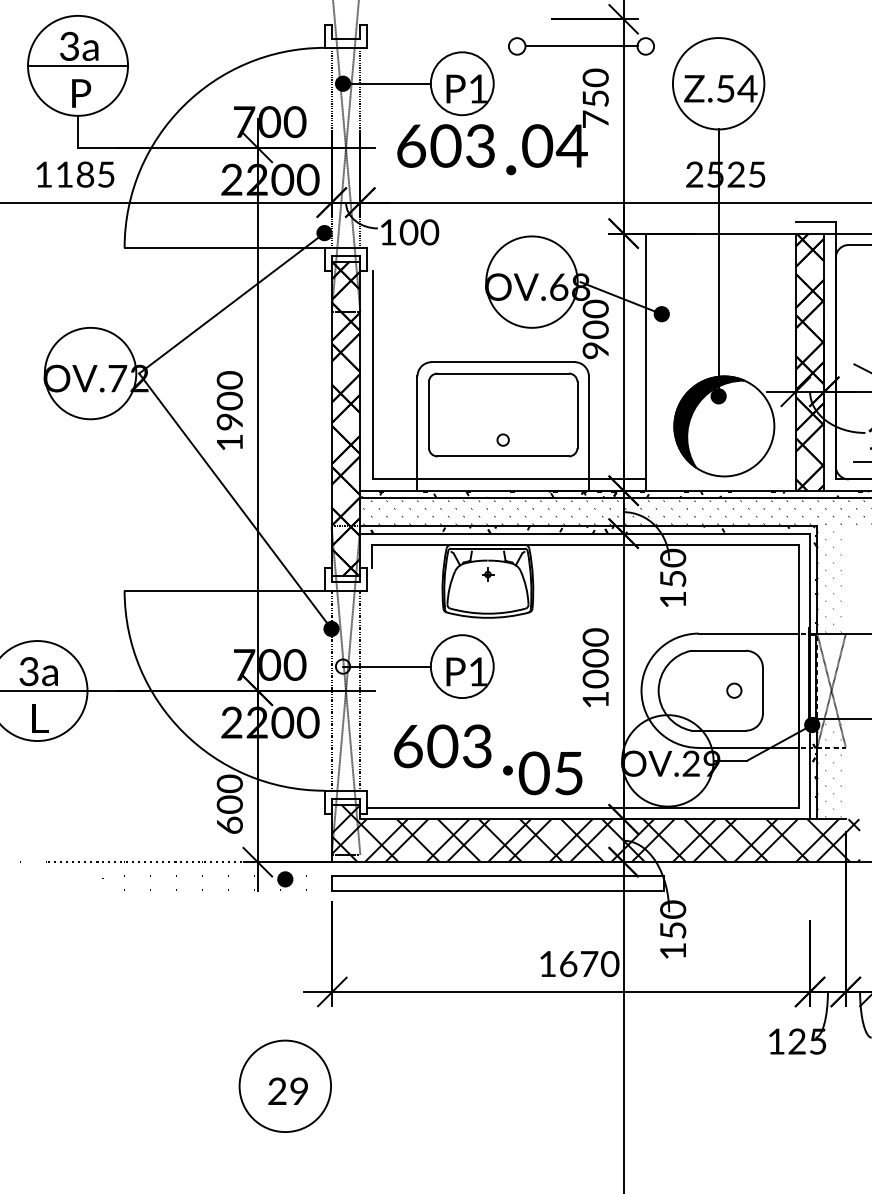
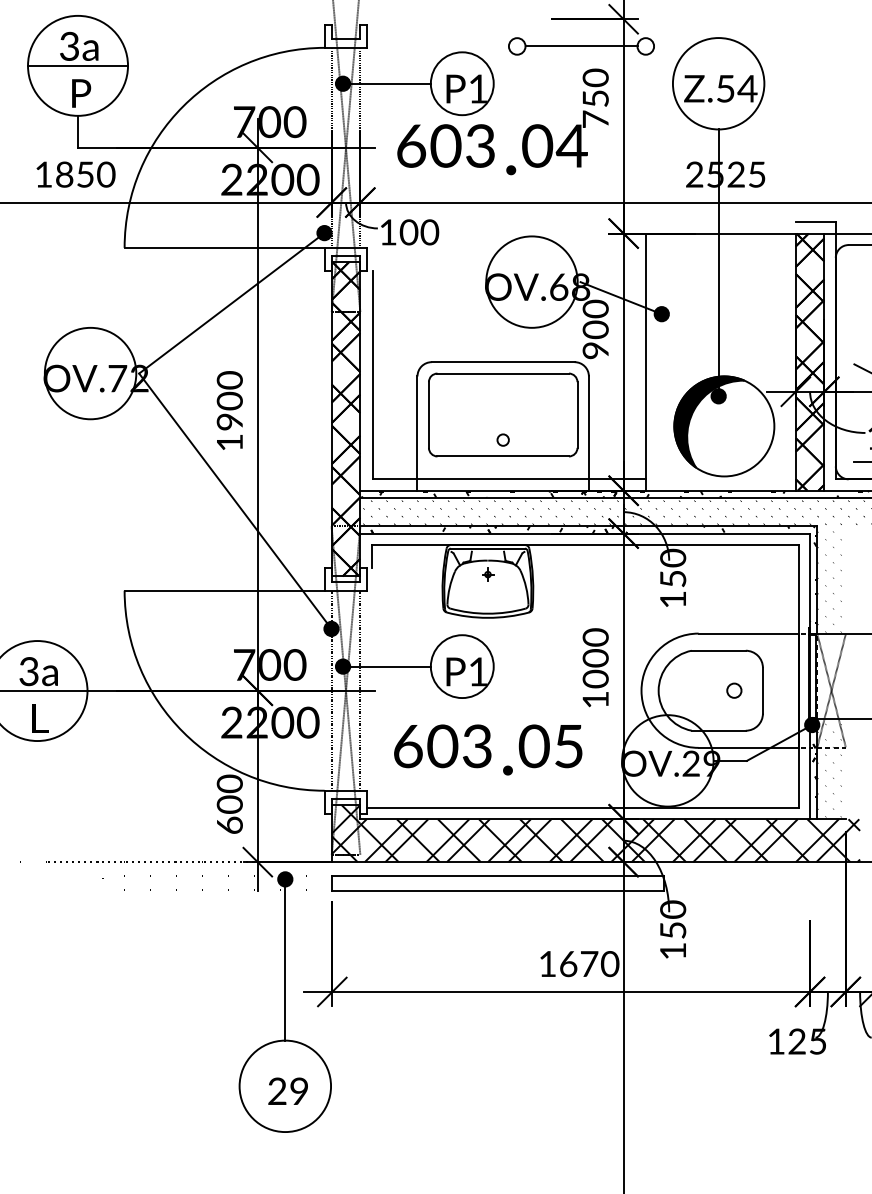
text at (85, 174): 1185 -> 1850
fill at (342, 666): none -> present
text at (550, 773) position: (550, 773) -> (550, 746)
line at (285, 959): none -> present
